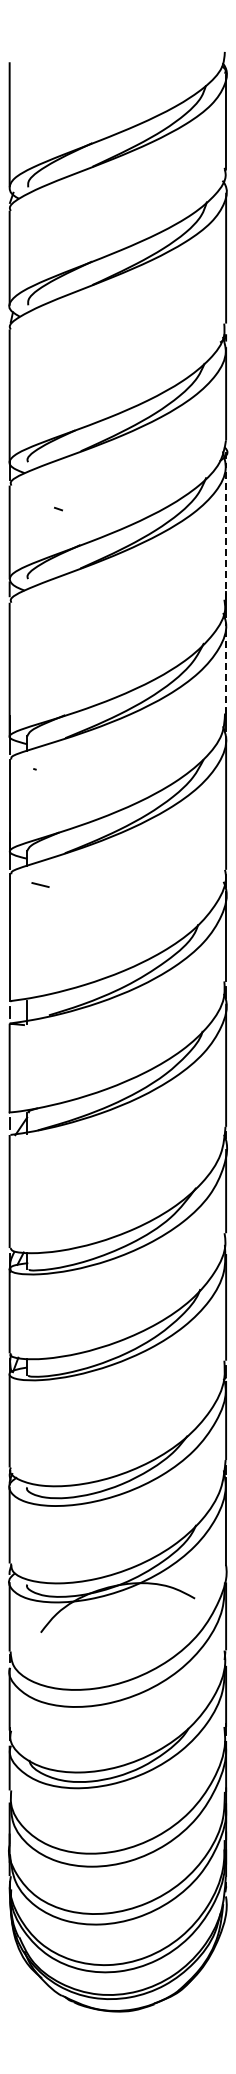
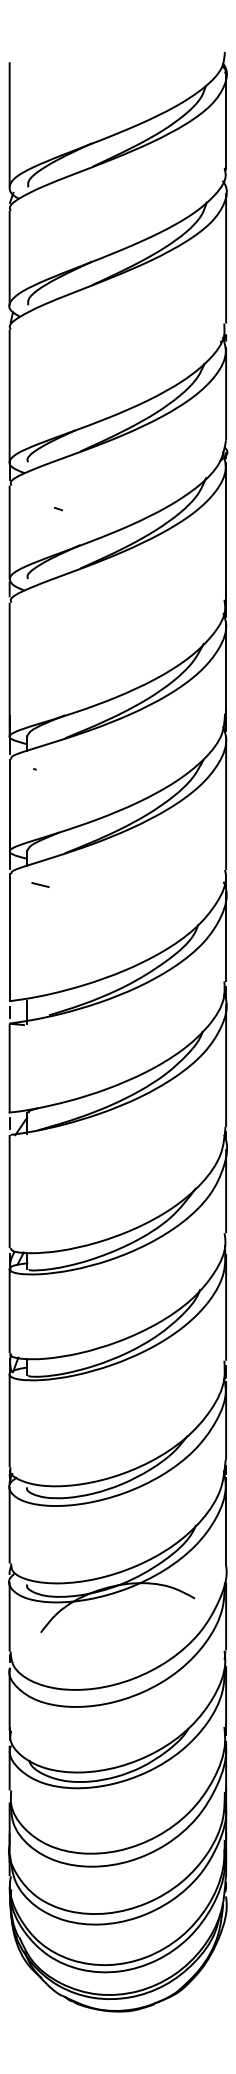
line at (226, 531): dashed -> solid
line at (226, 667): dashed -> solid
